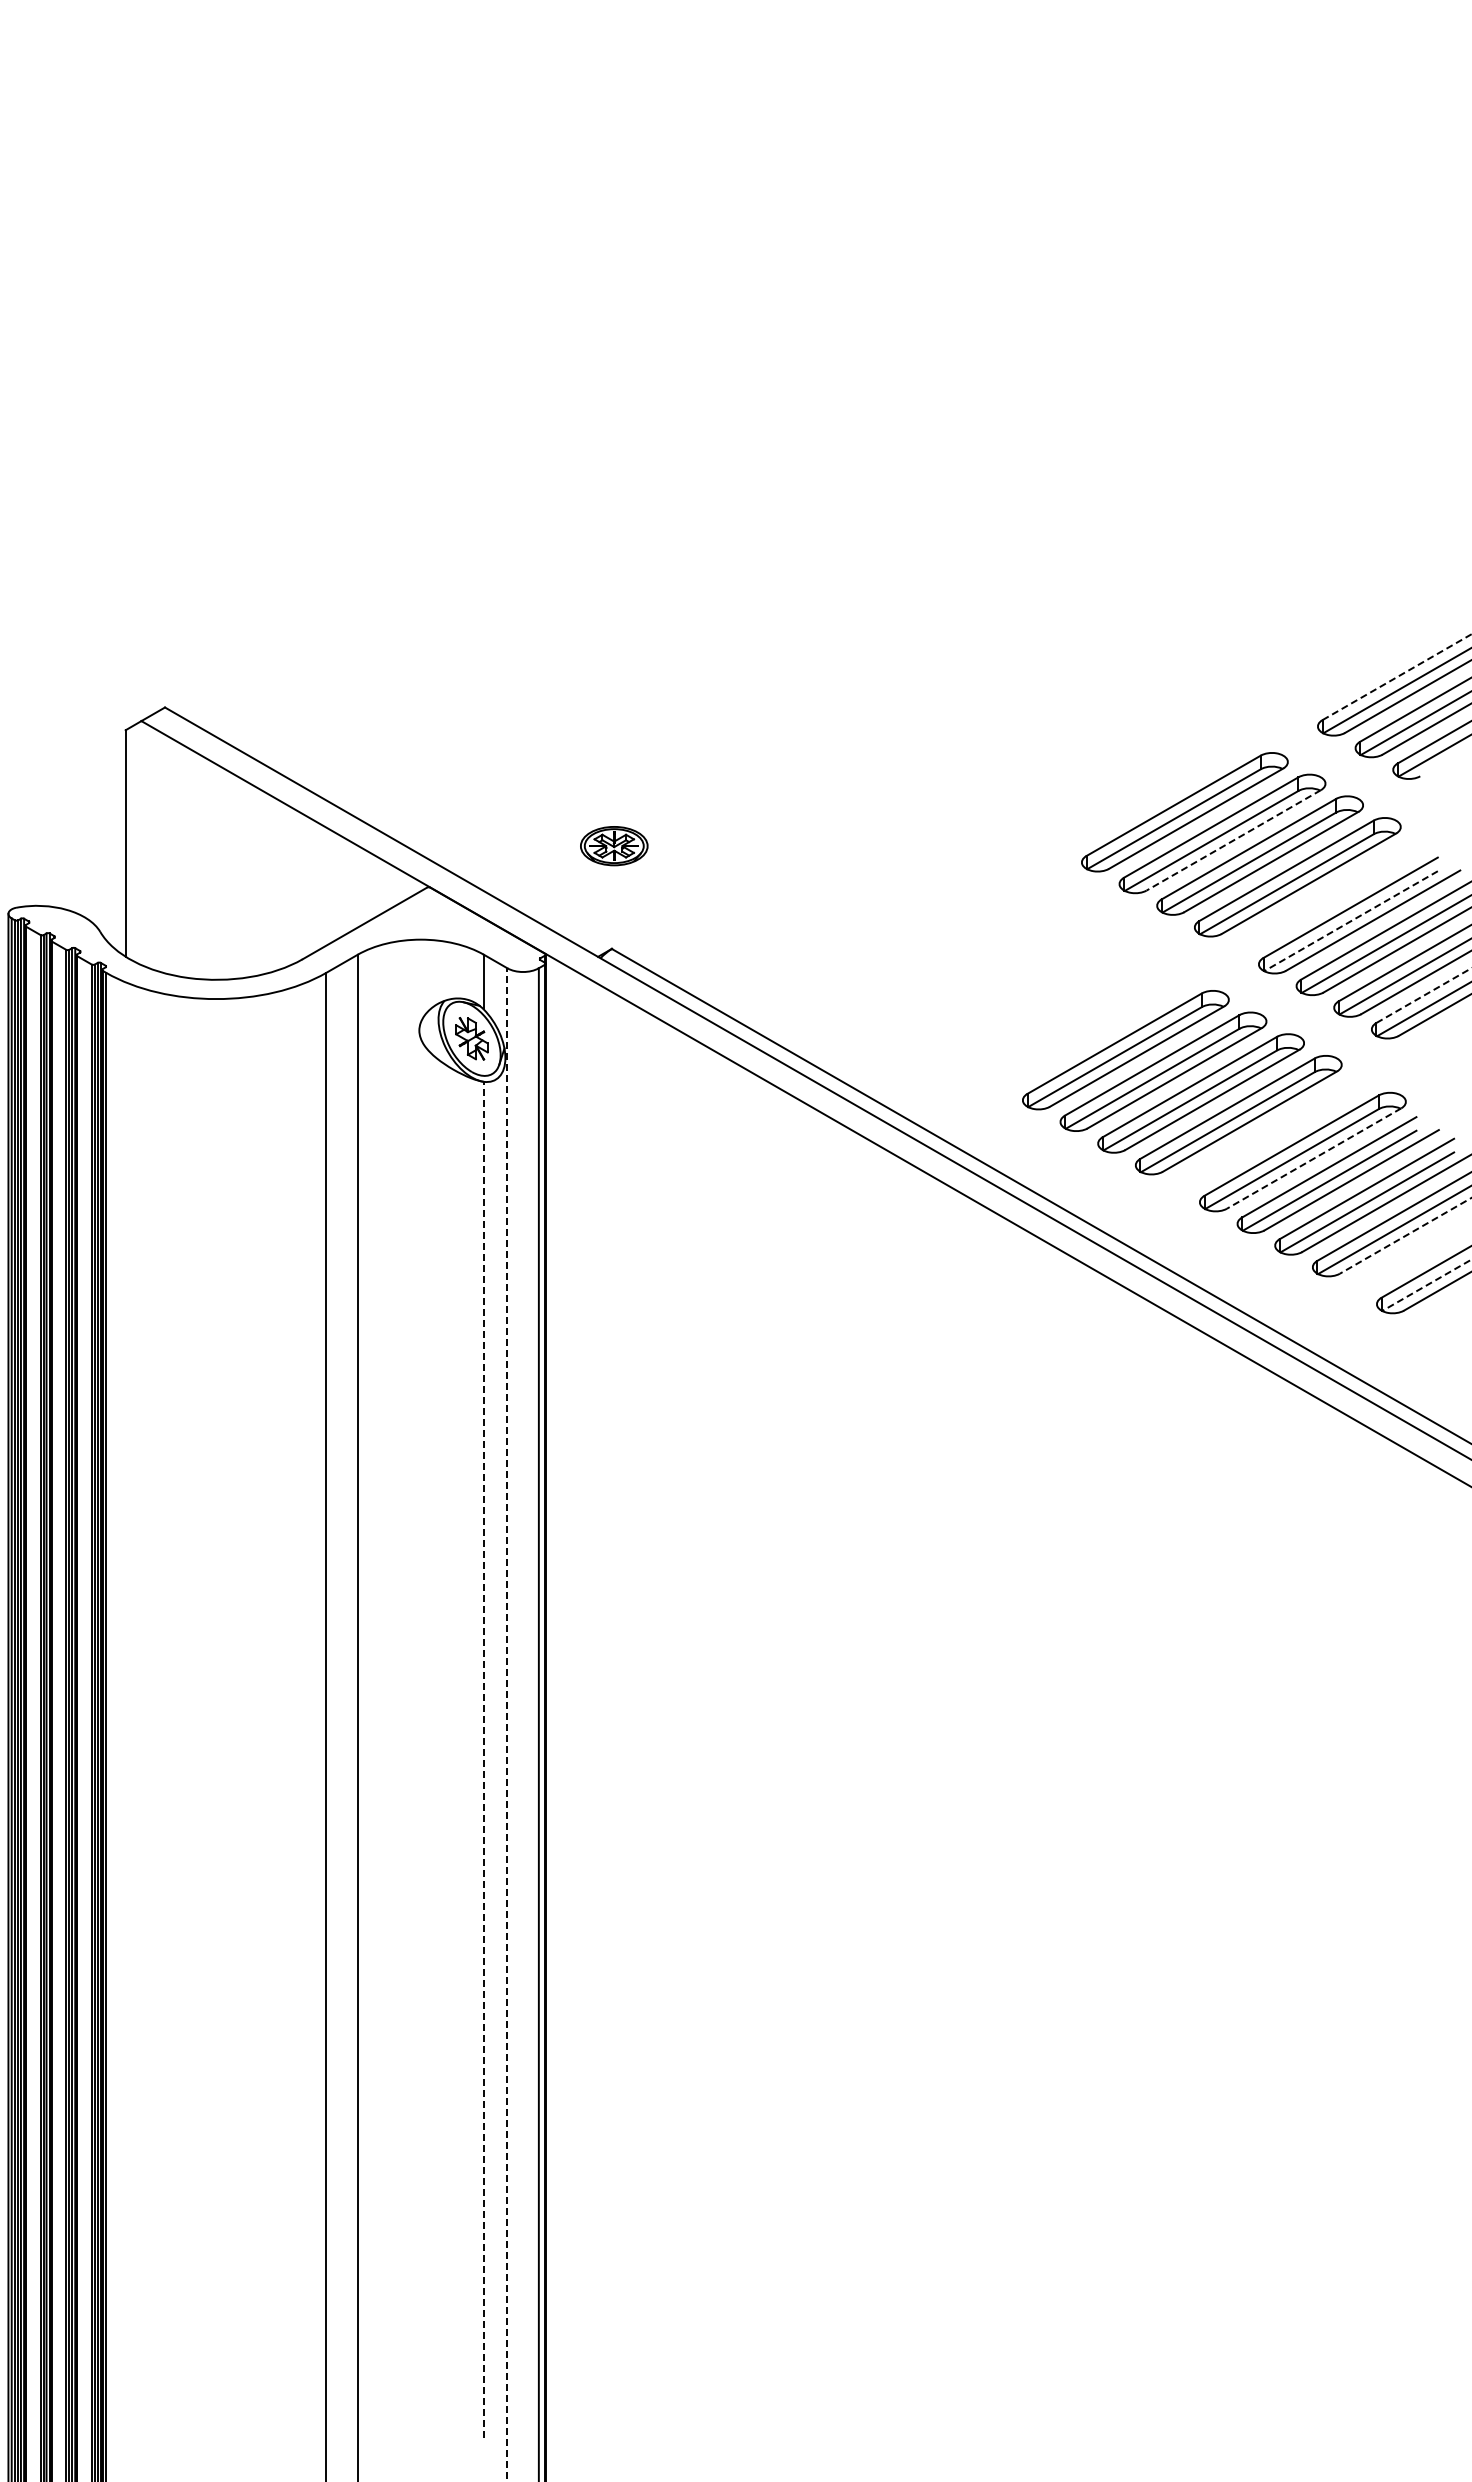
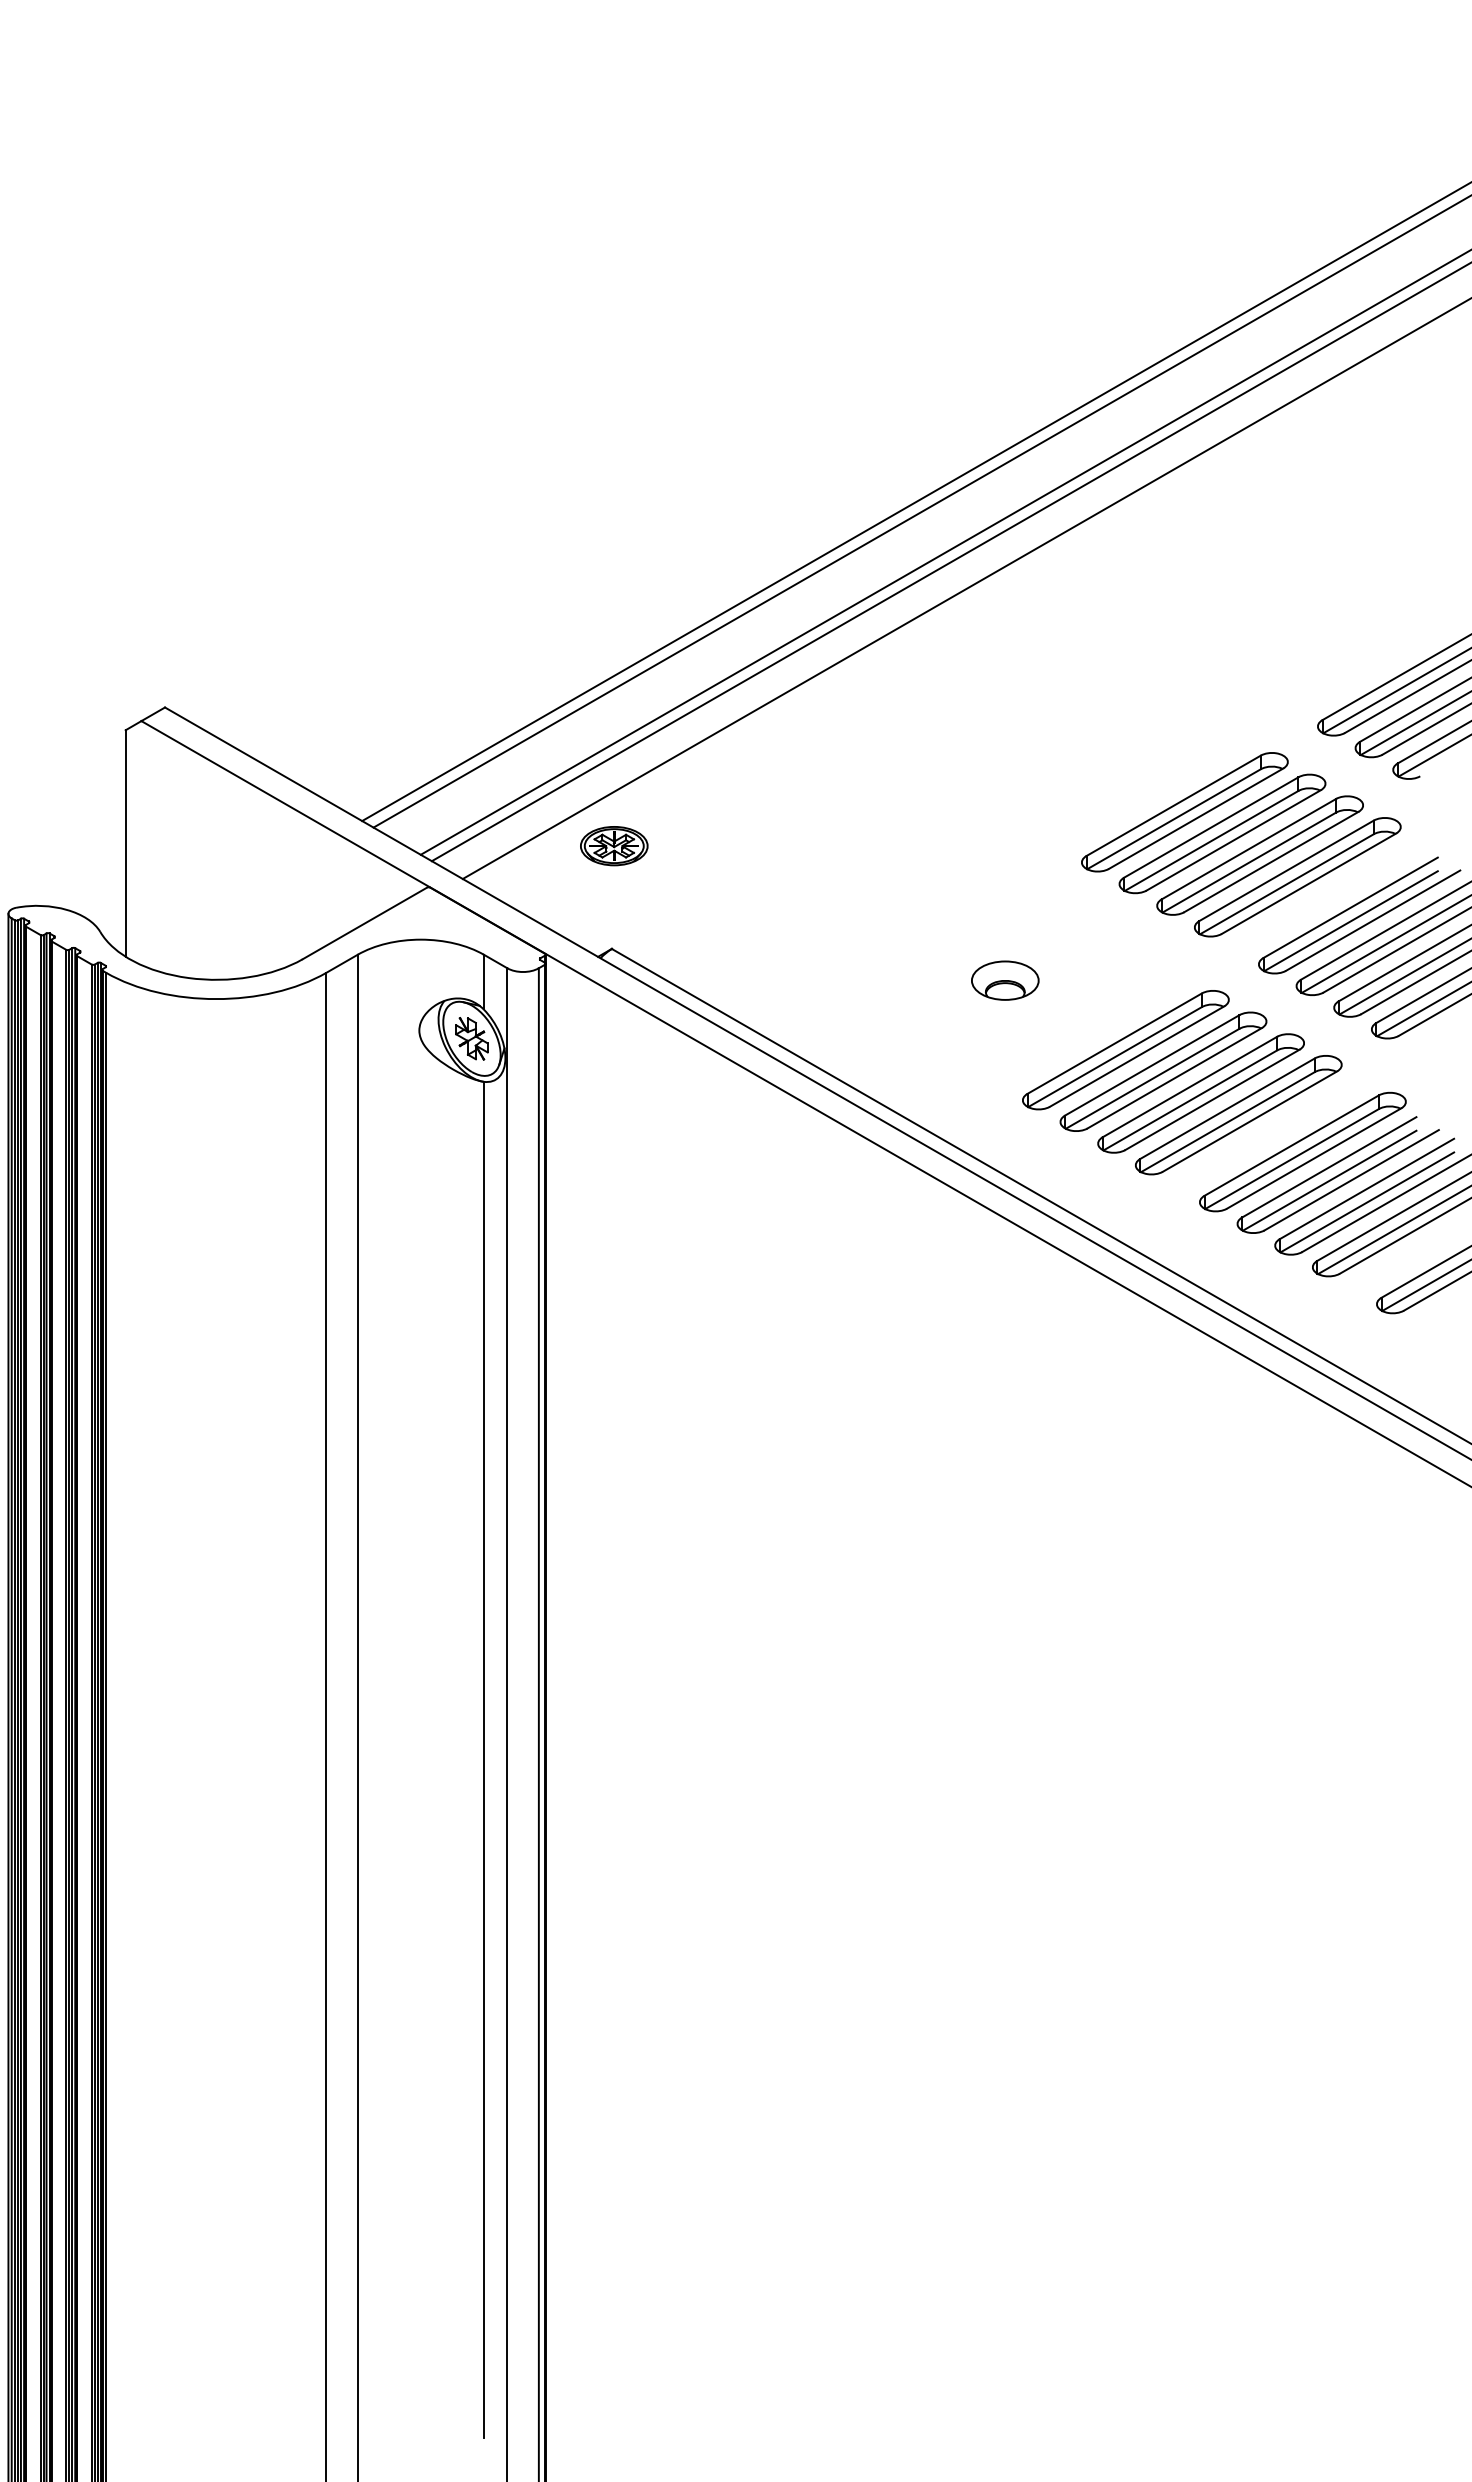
line at (915, 502): none -> present
line at (920, 512): none -> present
line at (944, 552): none -> present
line at (949, 562): none -> present
line at (965, 589): none -> present
line at (1397, 676): dashed -> solid
line at (1233, 840): dashed -> solid
line at (1350, 921): dashed -> solid
part at (1005, 980): none -> present
line at (1423, 995): dashed -> solid
line at (1314, 1158): dashed -> solid
line at (1405, 1235): dashed -> solid
line at (1426, 1285): dashed -> solid
line at (507, 1724): dashed -> solid
line at (483, 1759): dashed -> solid
